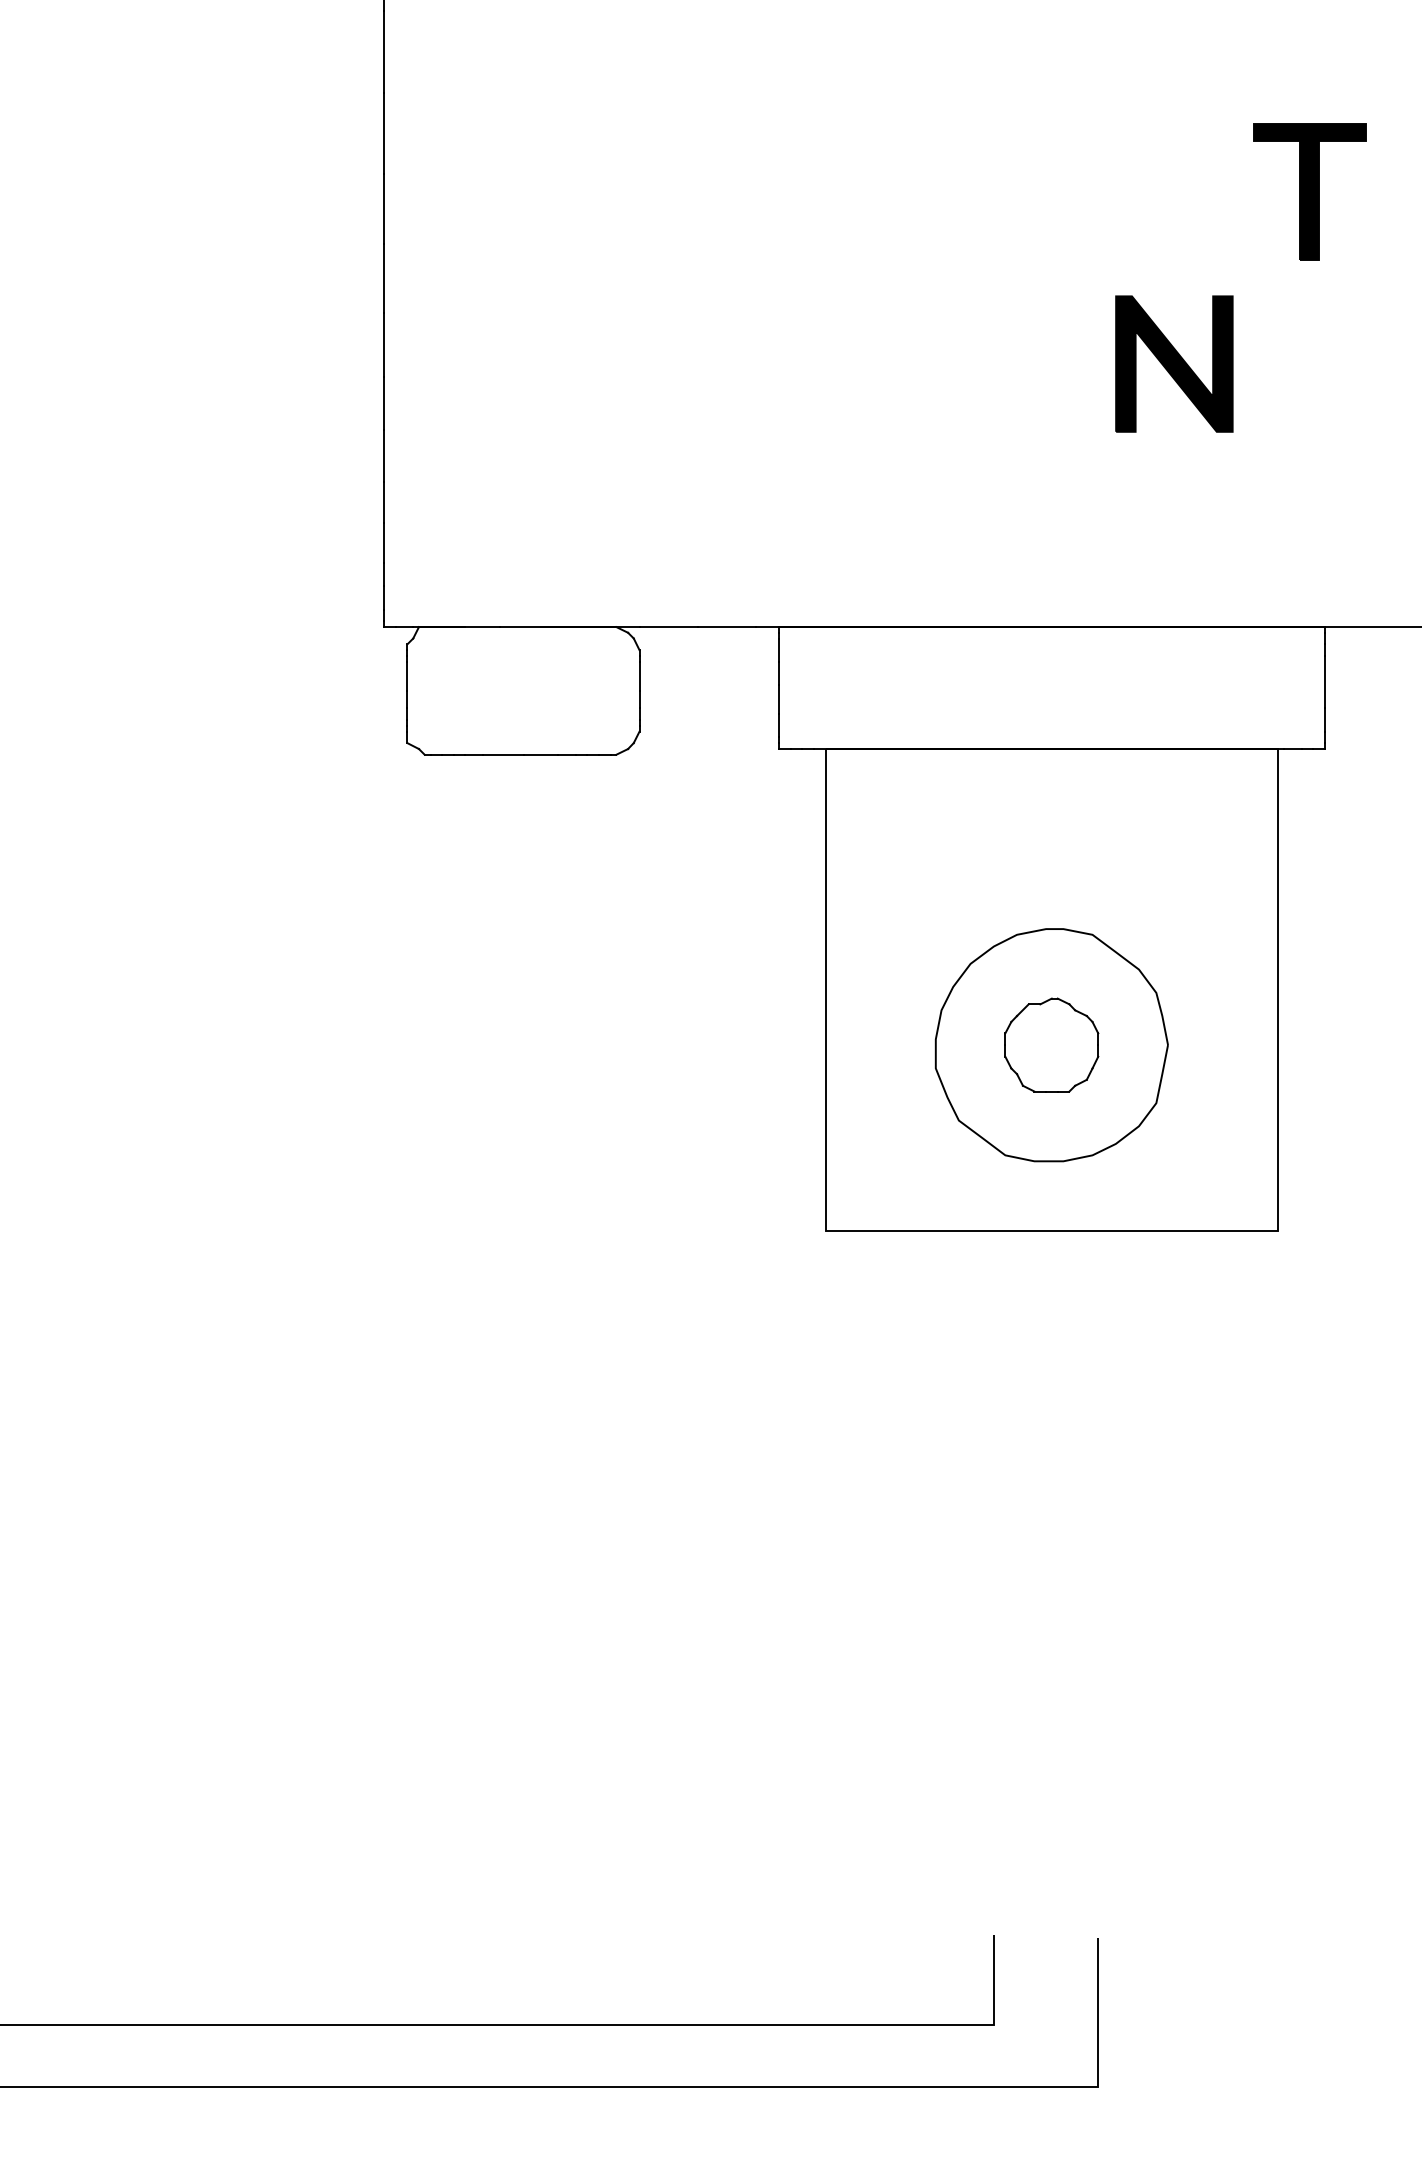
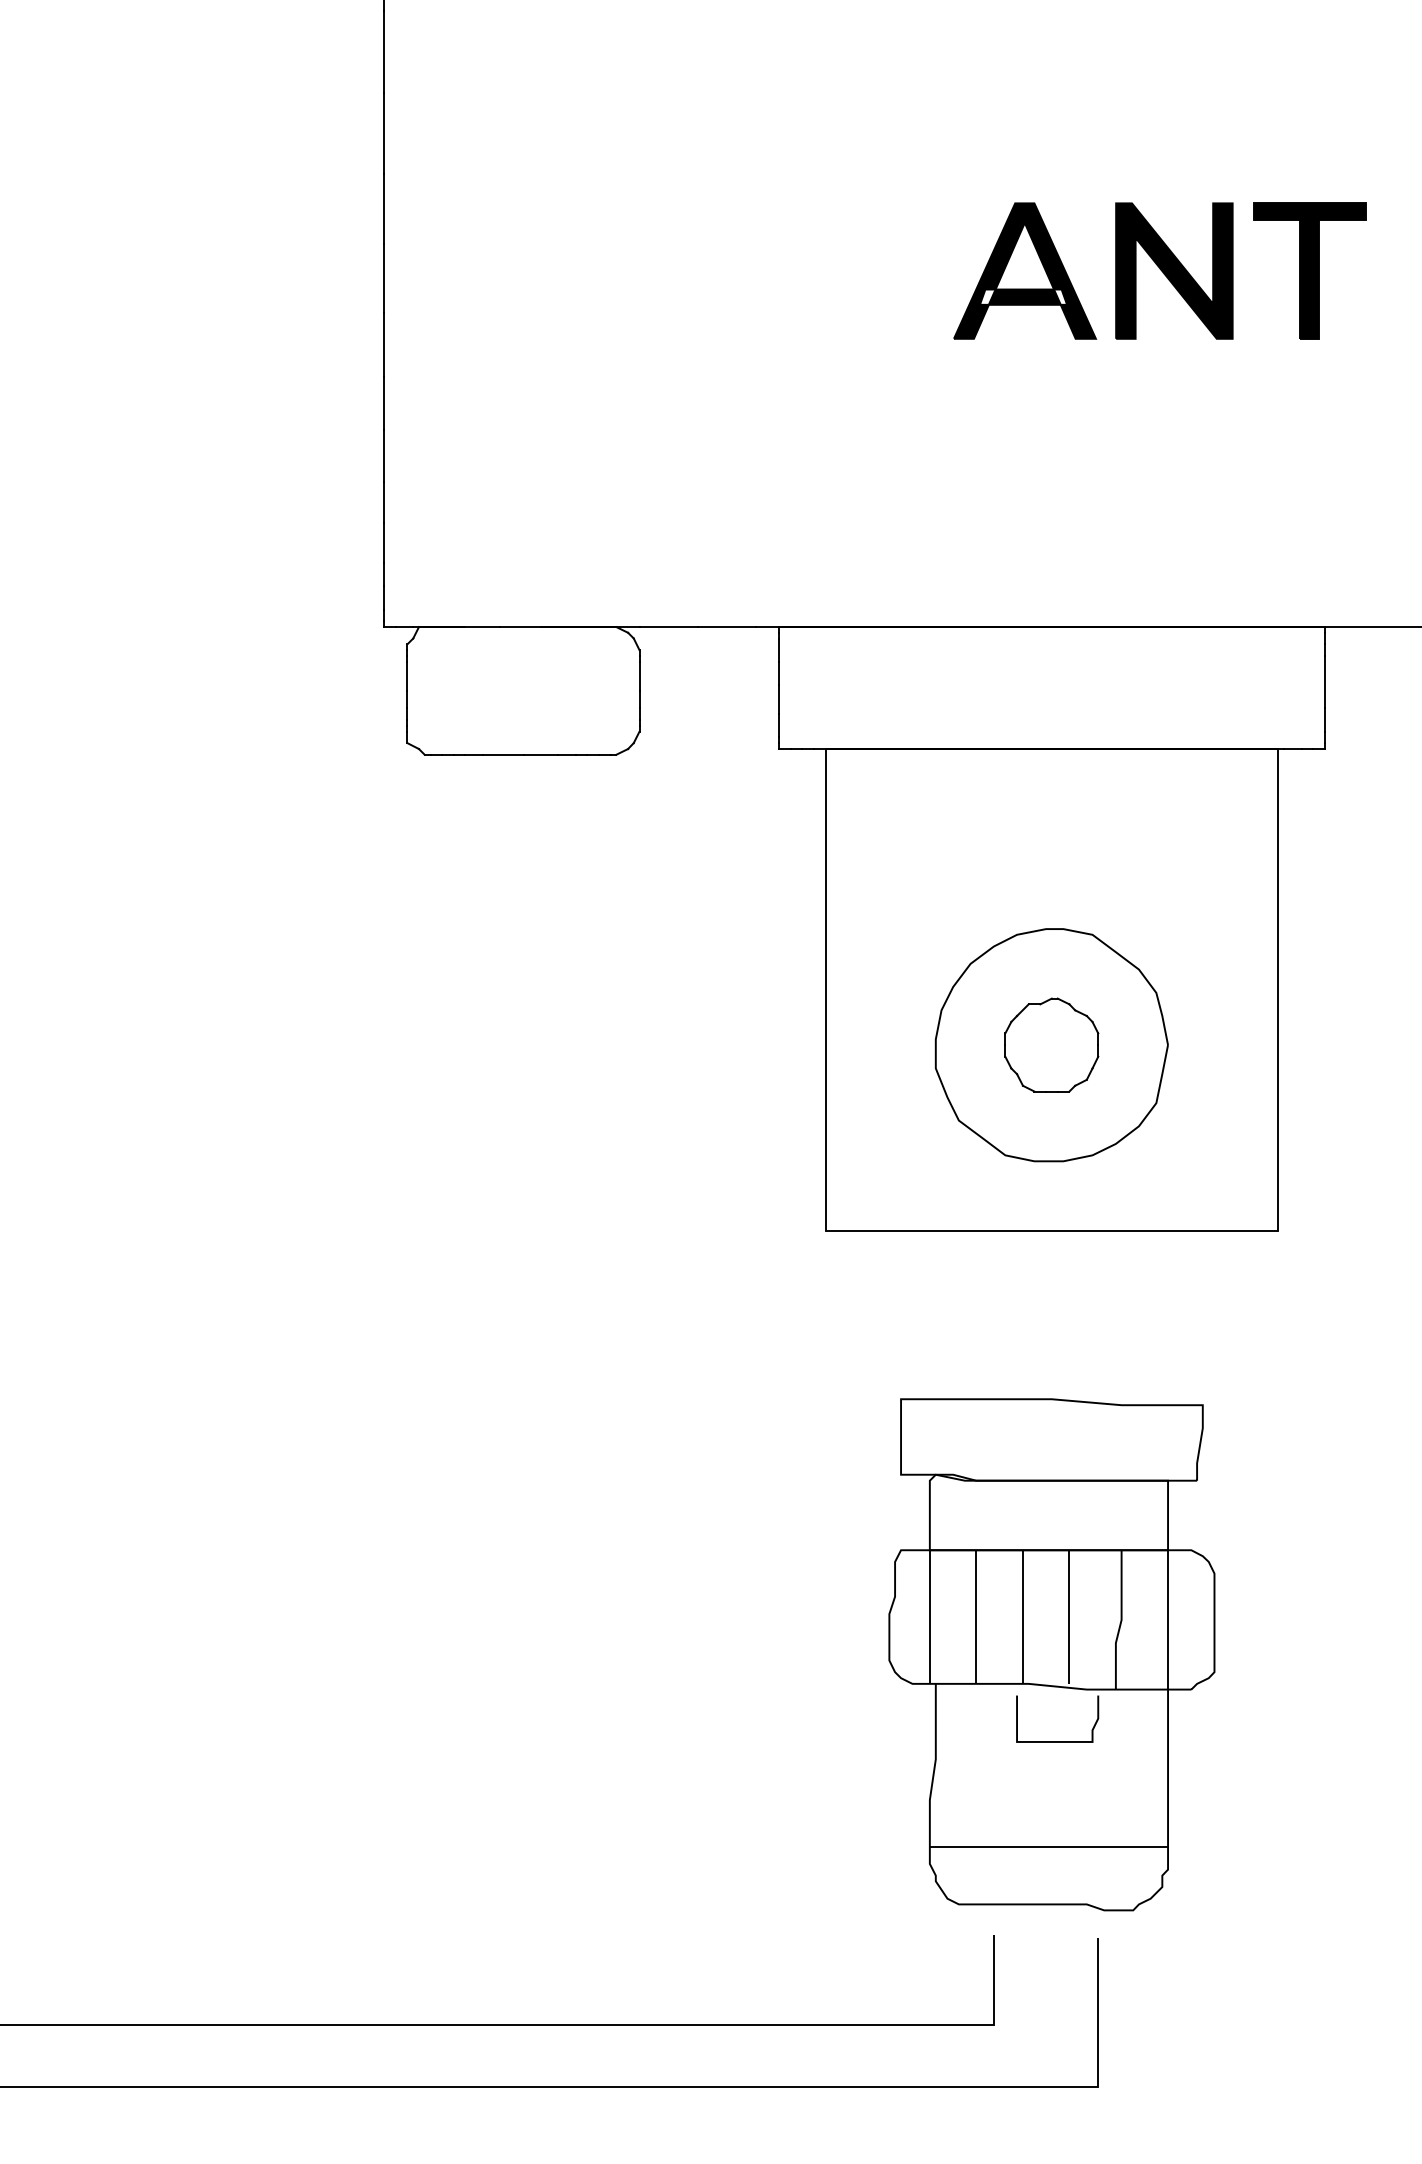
part at (1309, 191) position: (1309, 191) -> (1309, 270)
part at (1025, 270): none -> present
part at (1174, 363) position: (1174, 363) -> (1174, 270)
part at (1051, 1654): none -> present
